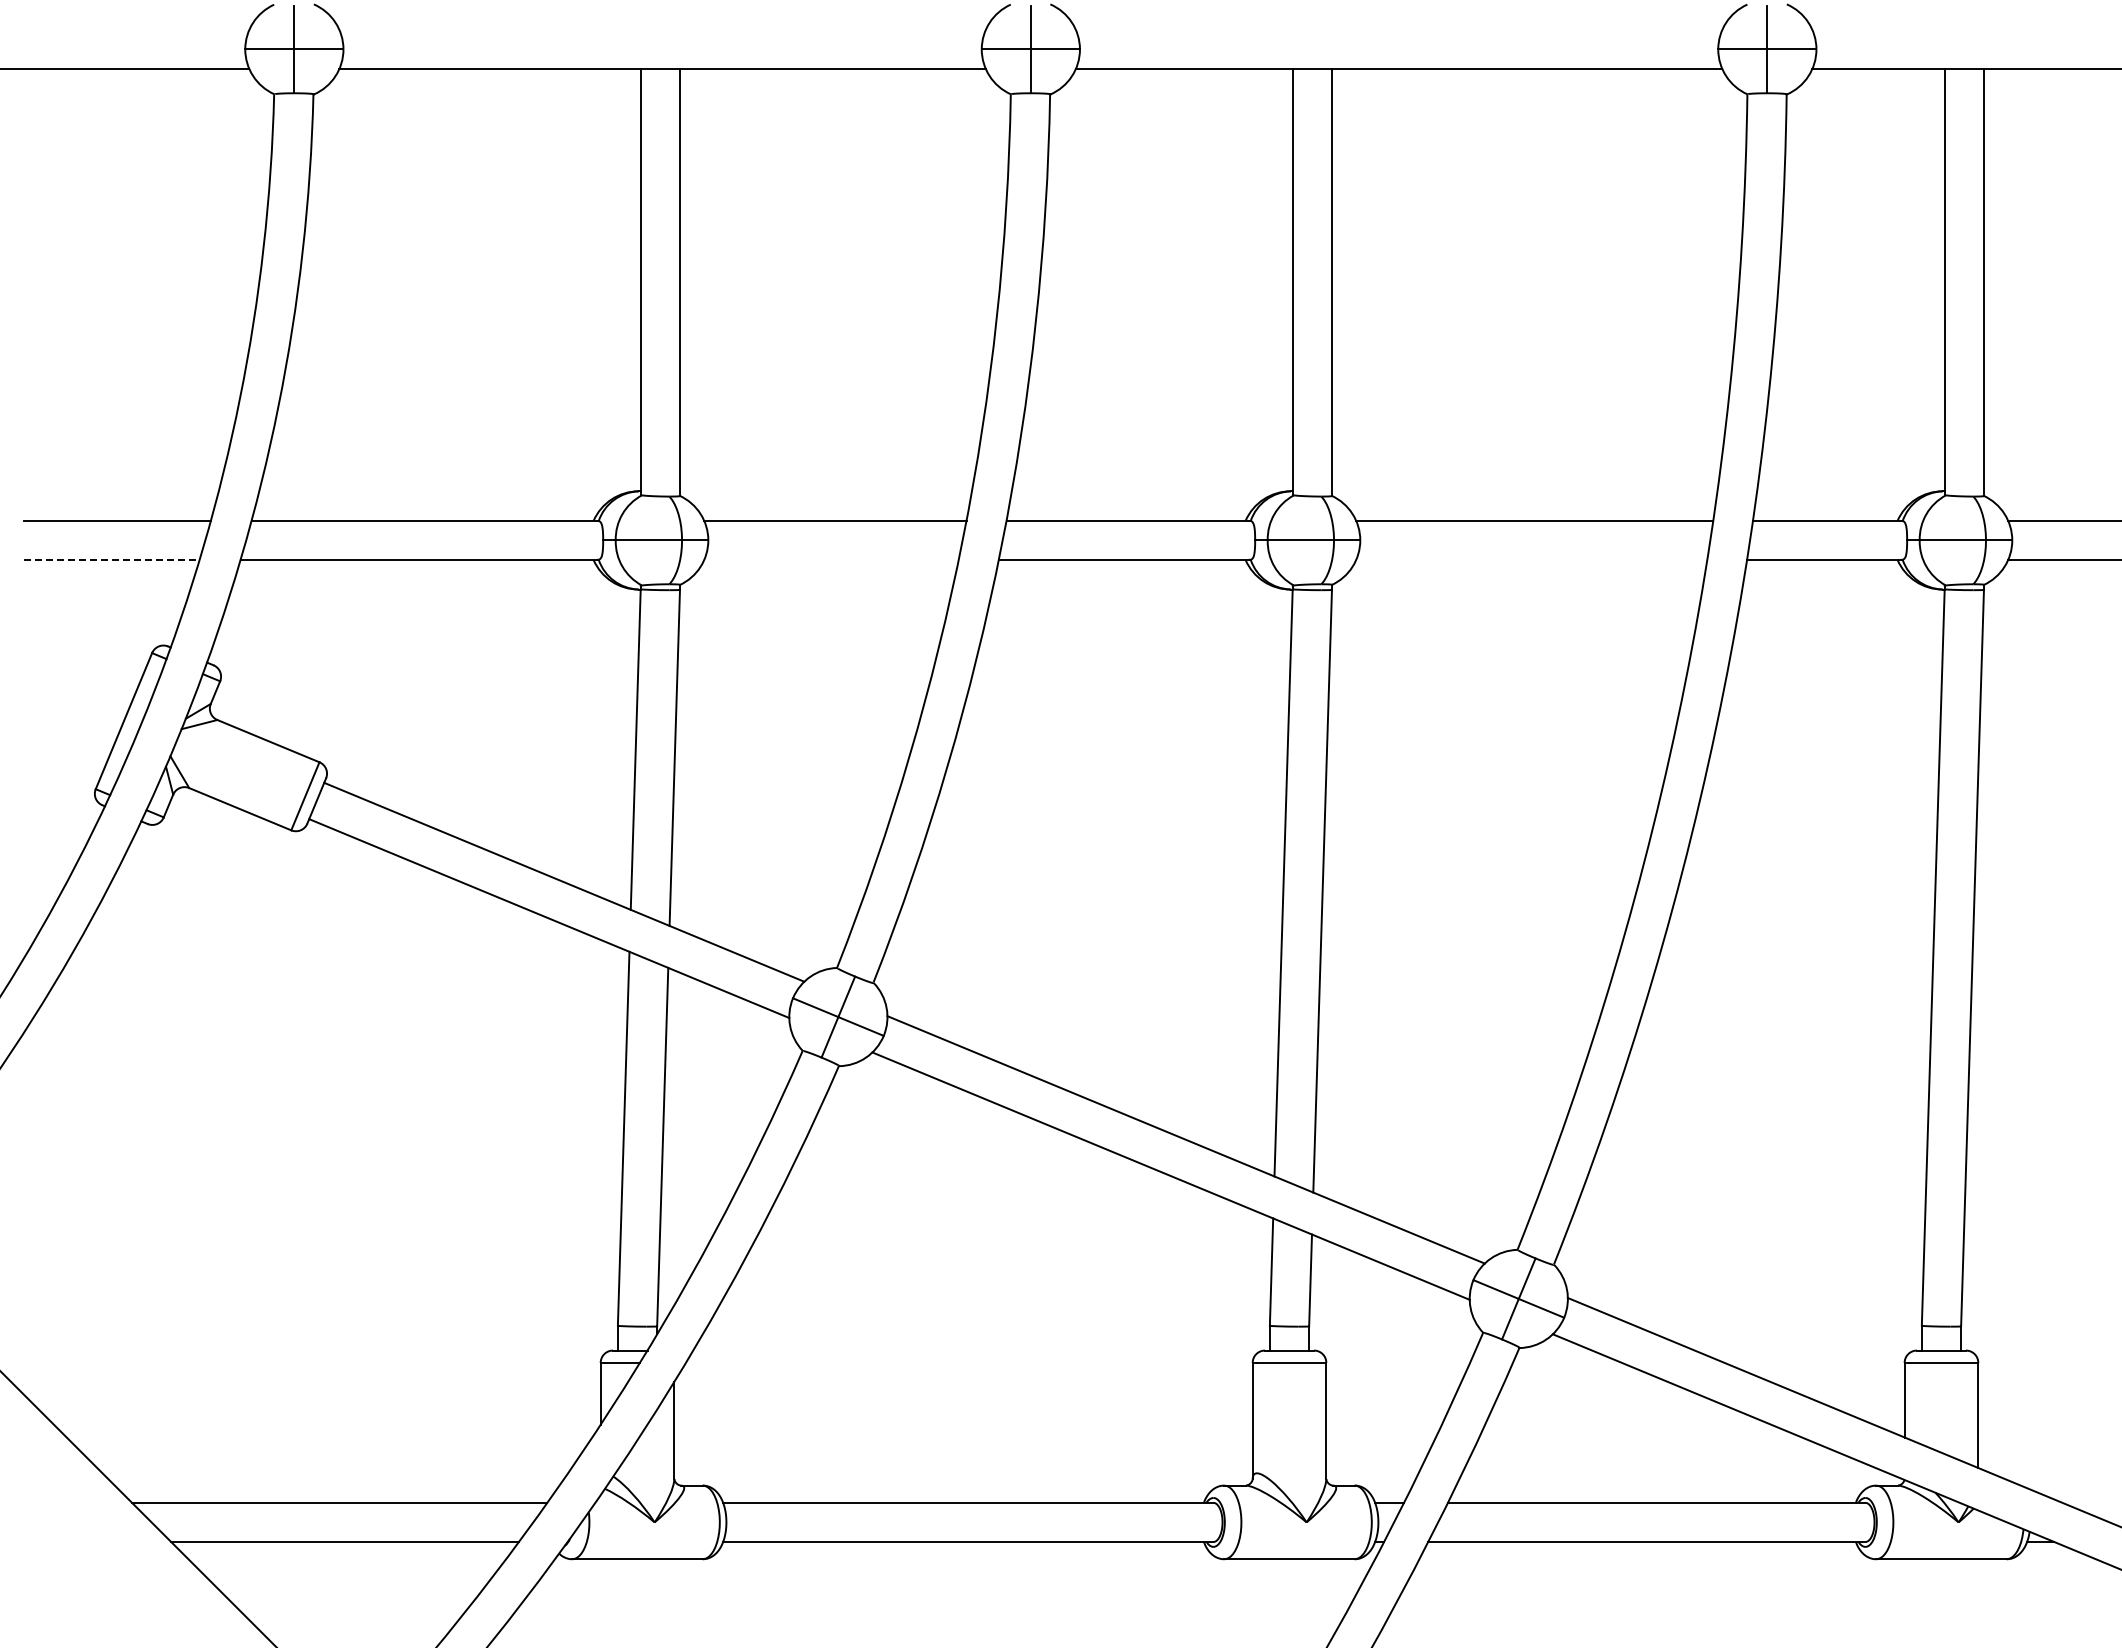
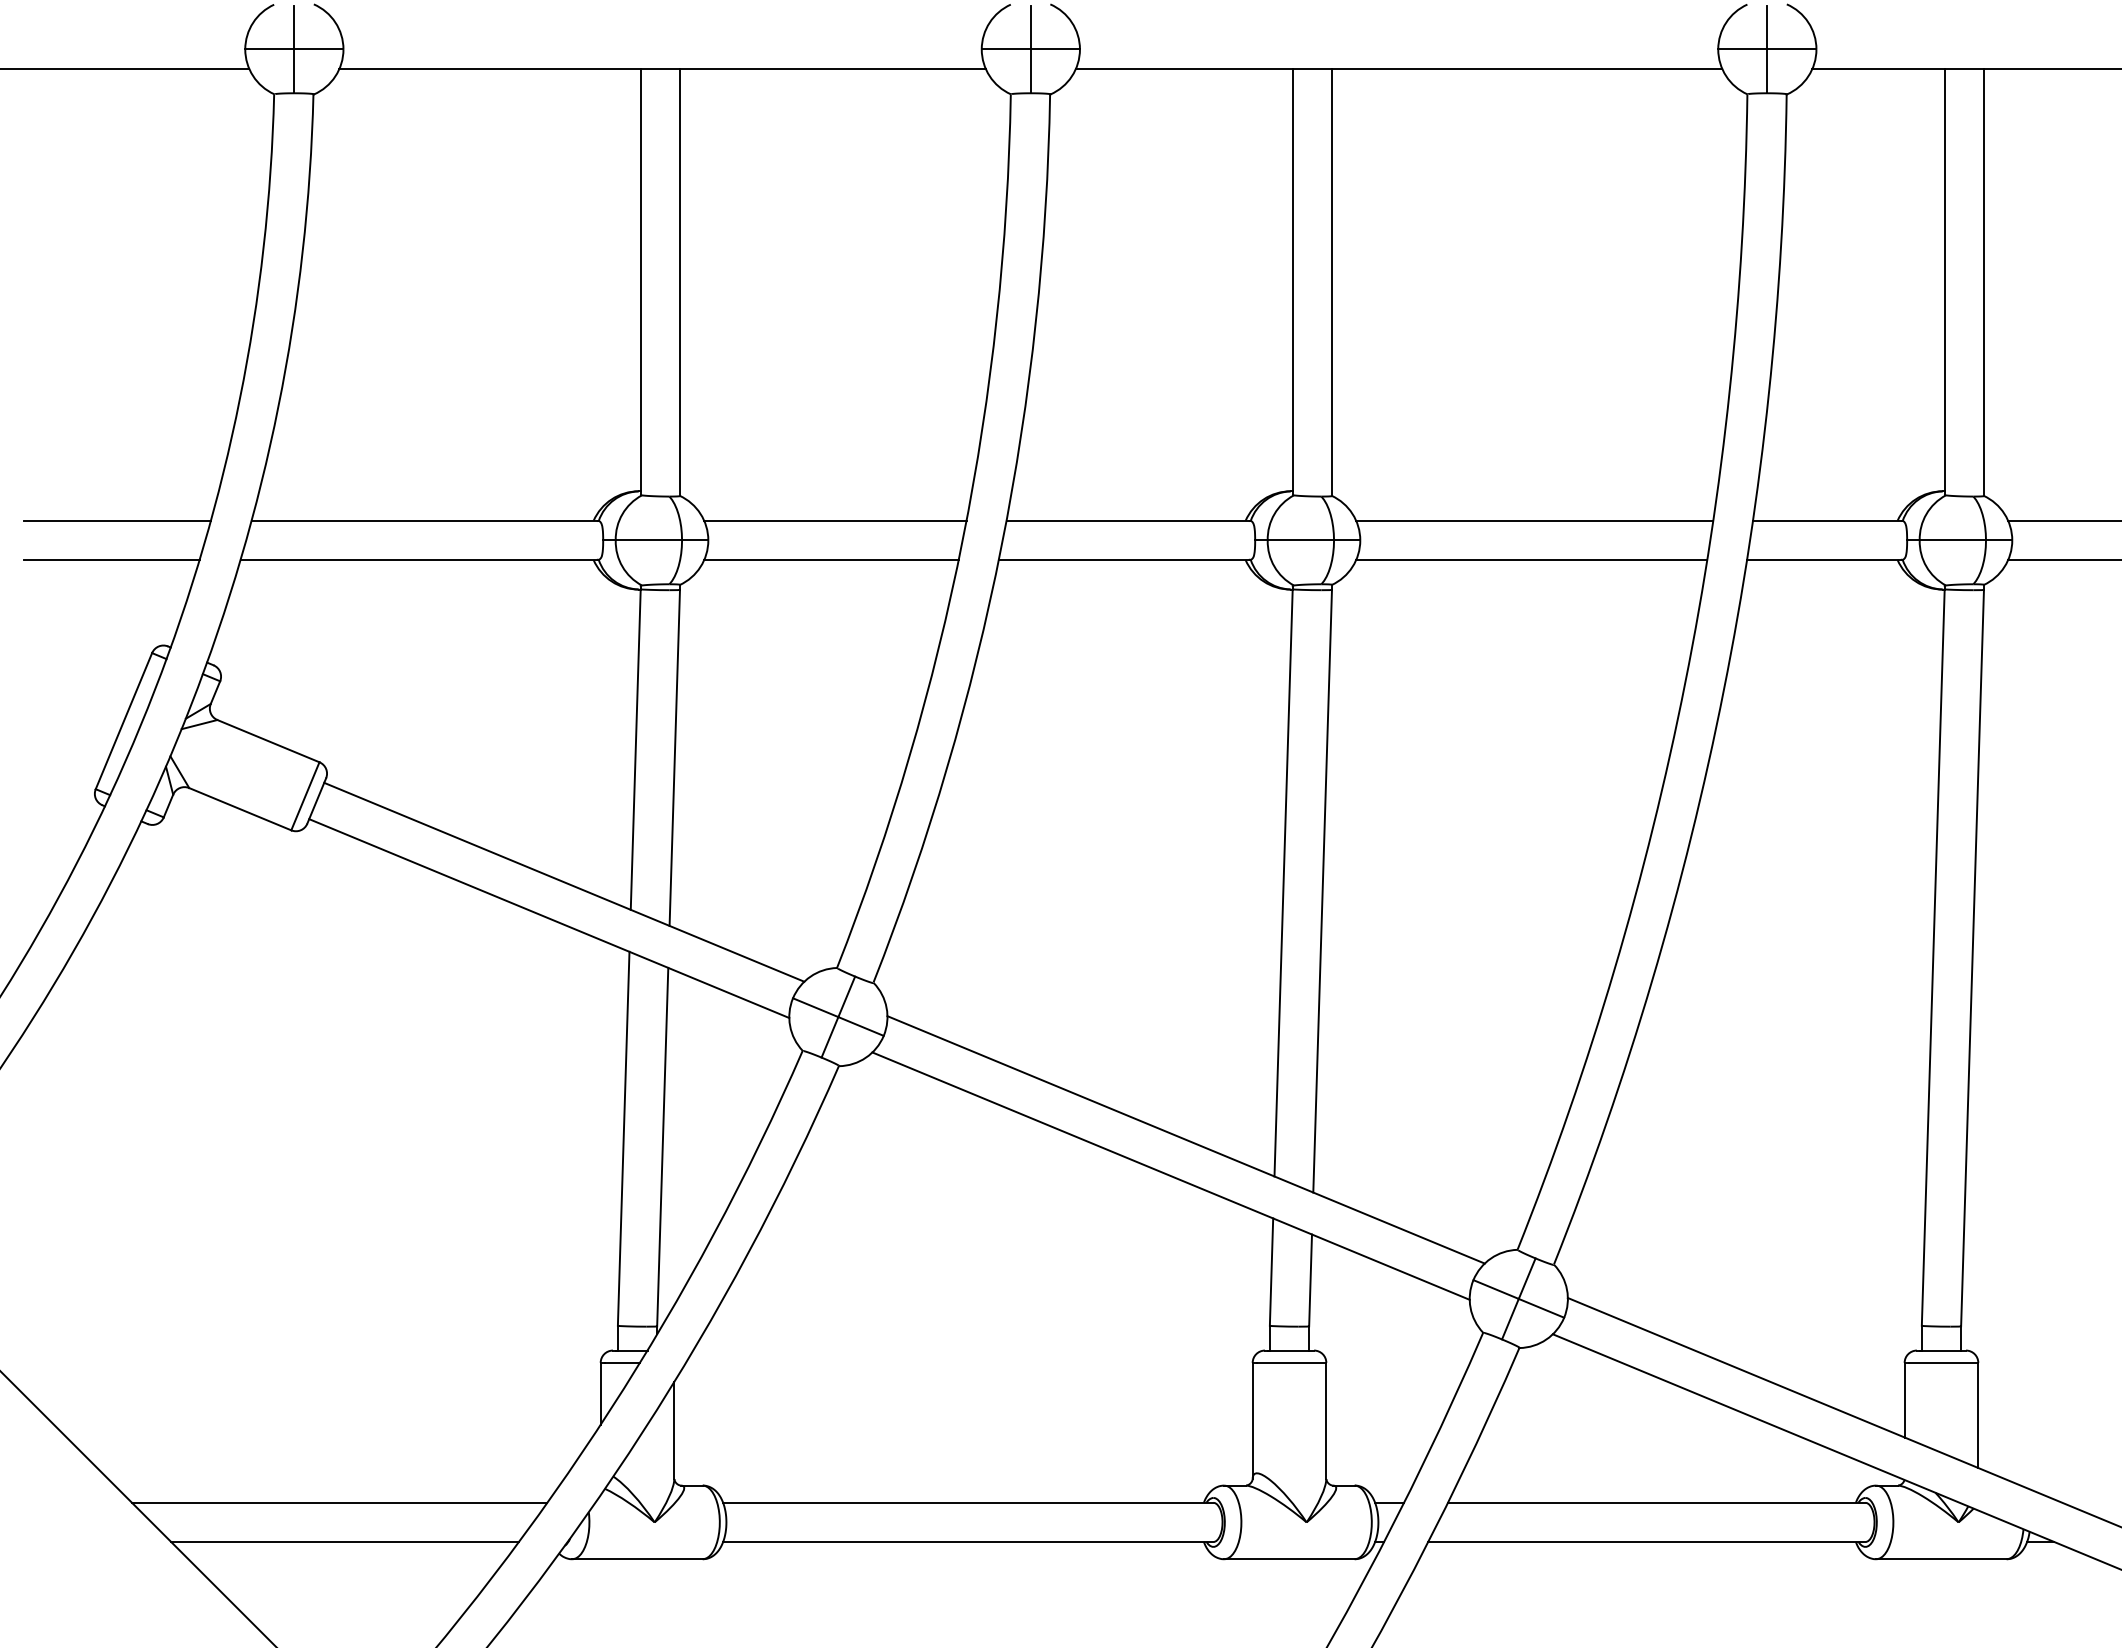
line at (111, 560): dashed -> solid
line at (831, 560): none -> present
line at (1531, 560): none -> present
